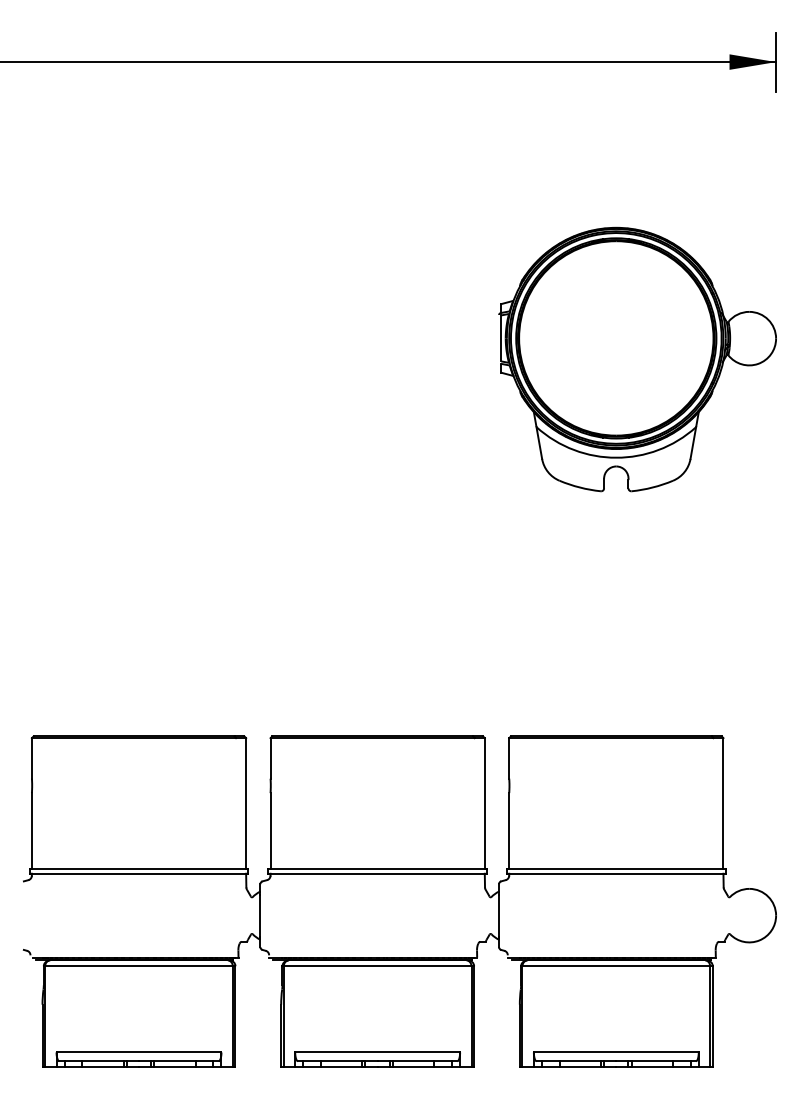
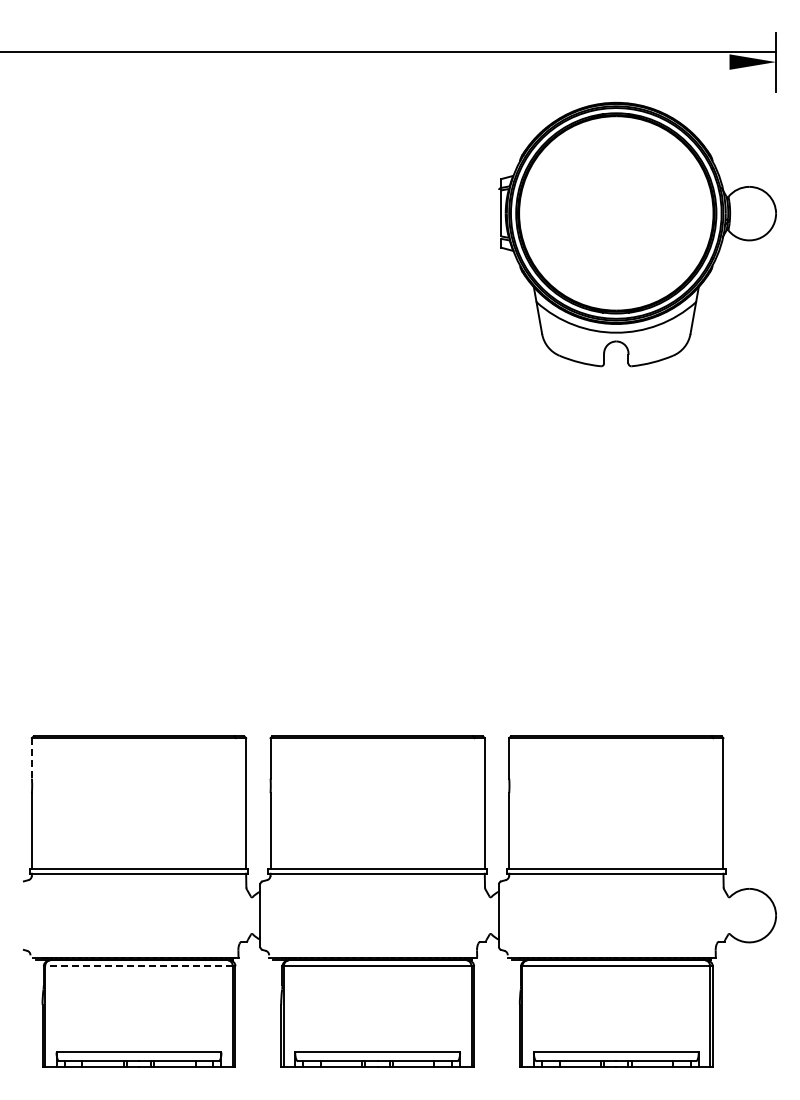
line at (389, 62) position: (389, 62) -> (389, 52)
part at (637, 359) position: (637, 359) -> (637, 234)
line at (31, 758): solid -> dashed
line at (139, 966): solid -> dashed
